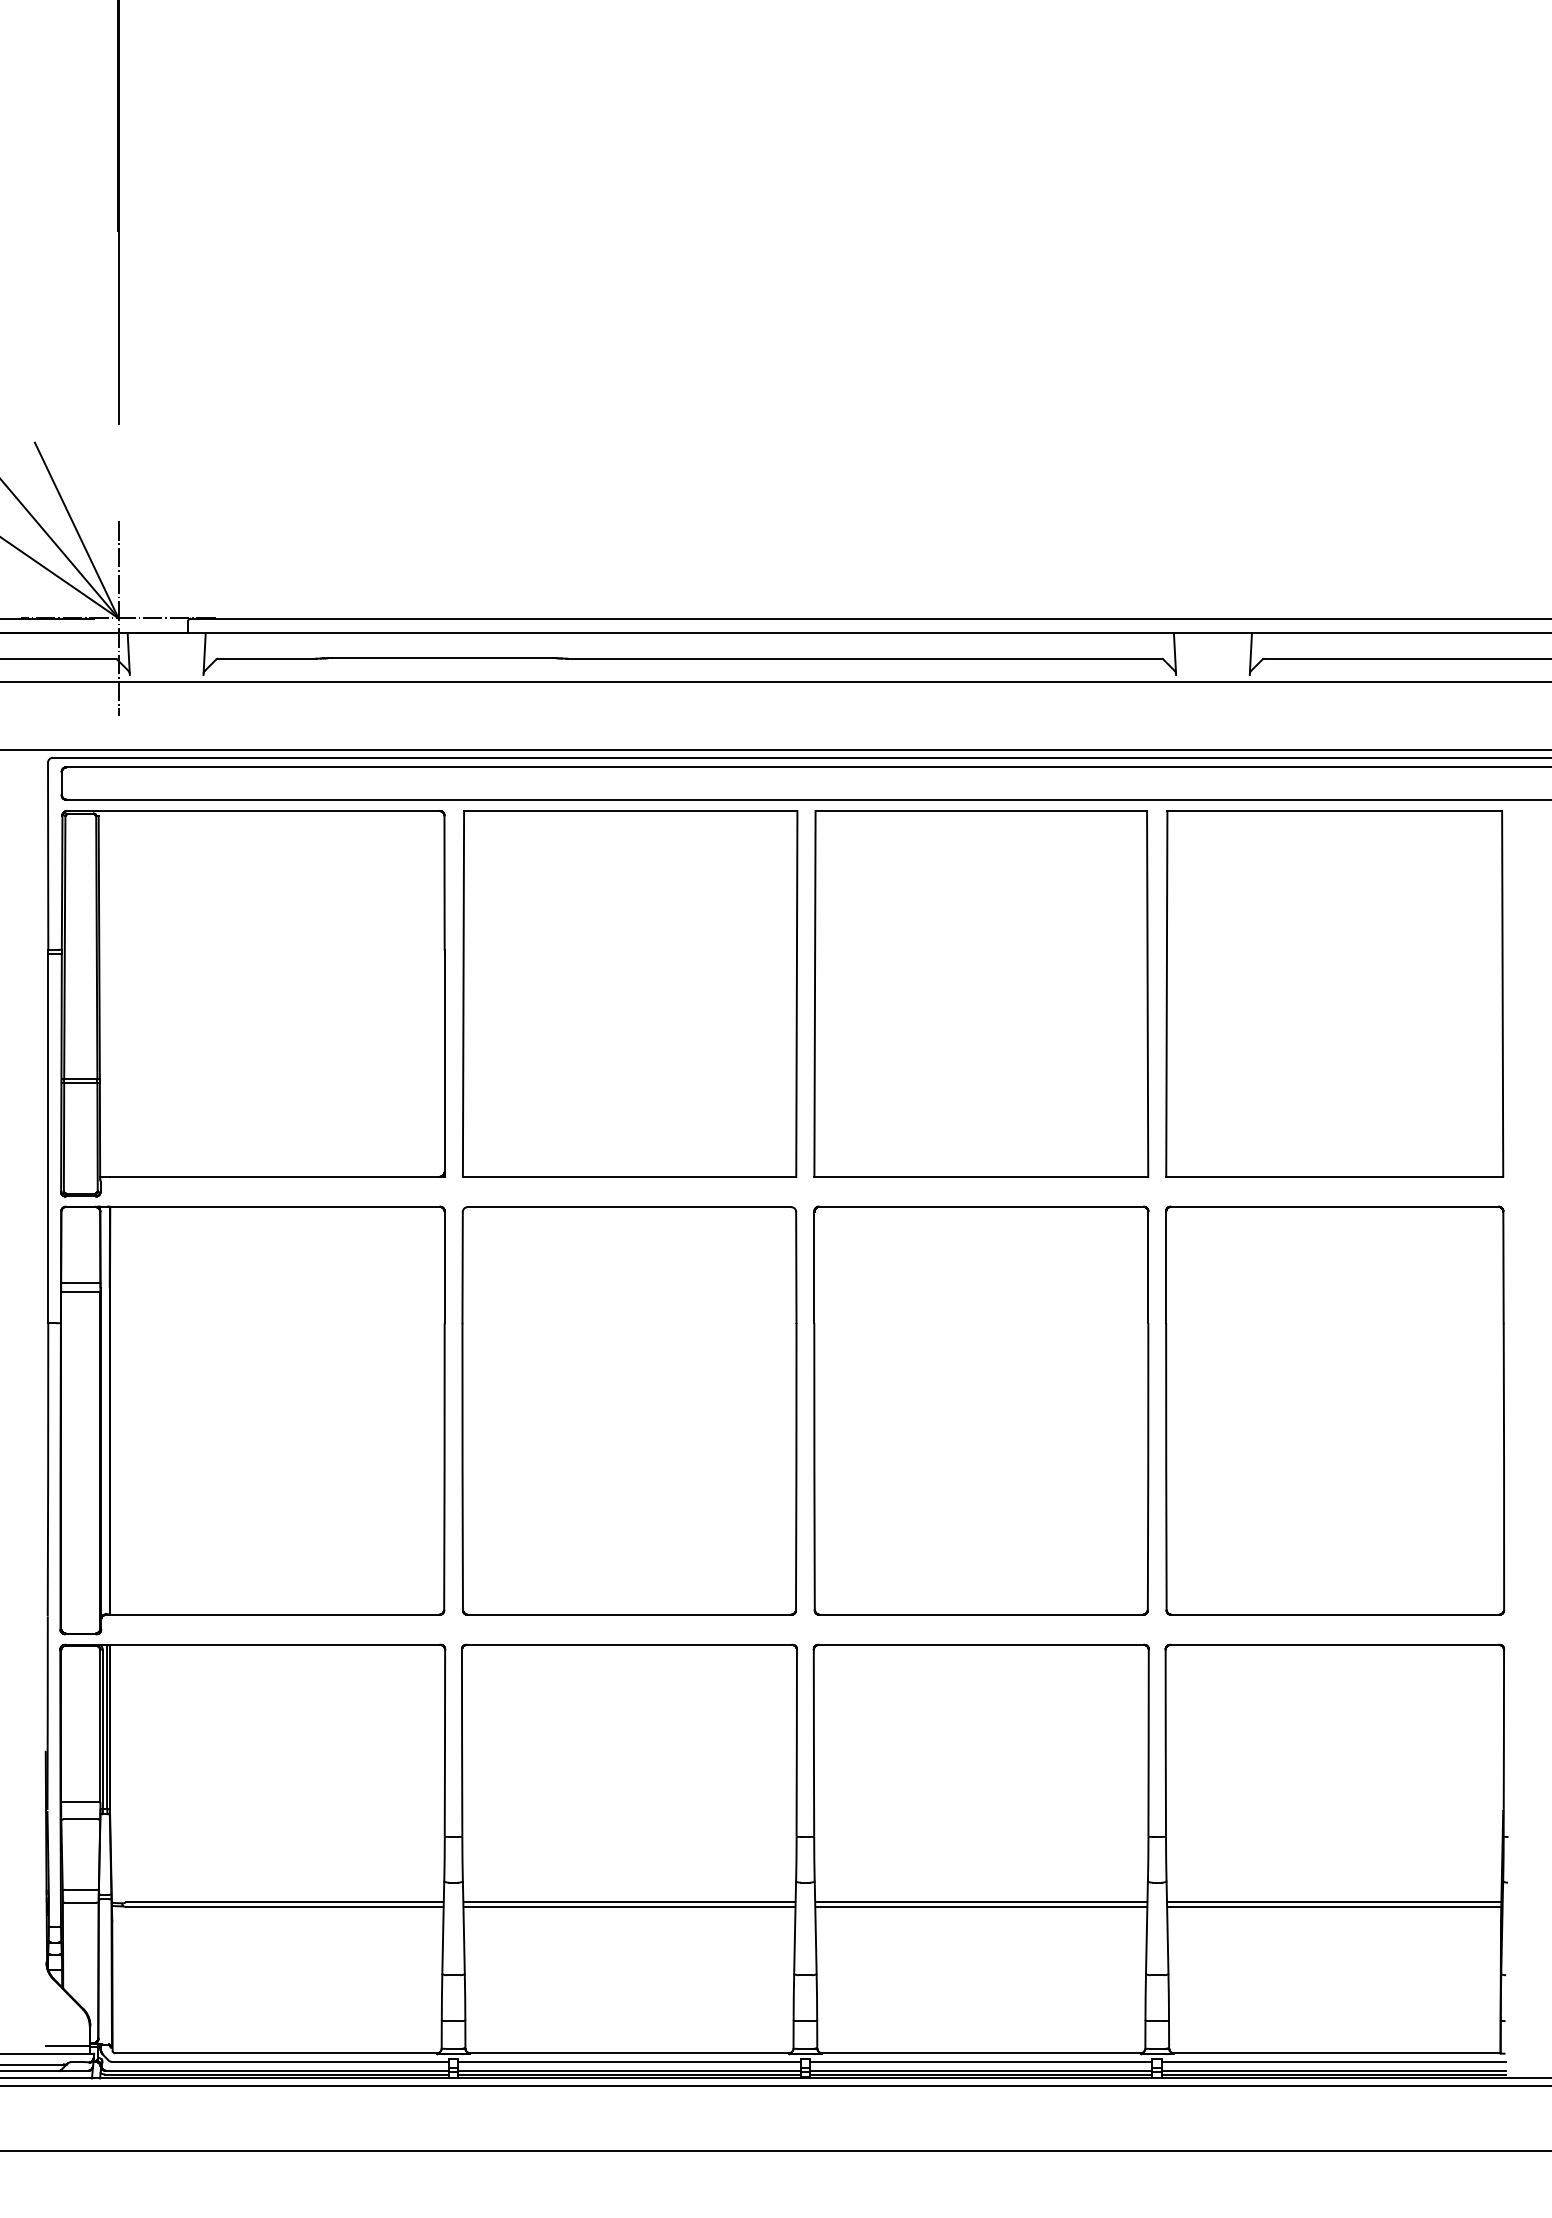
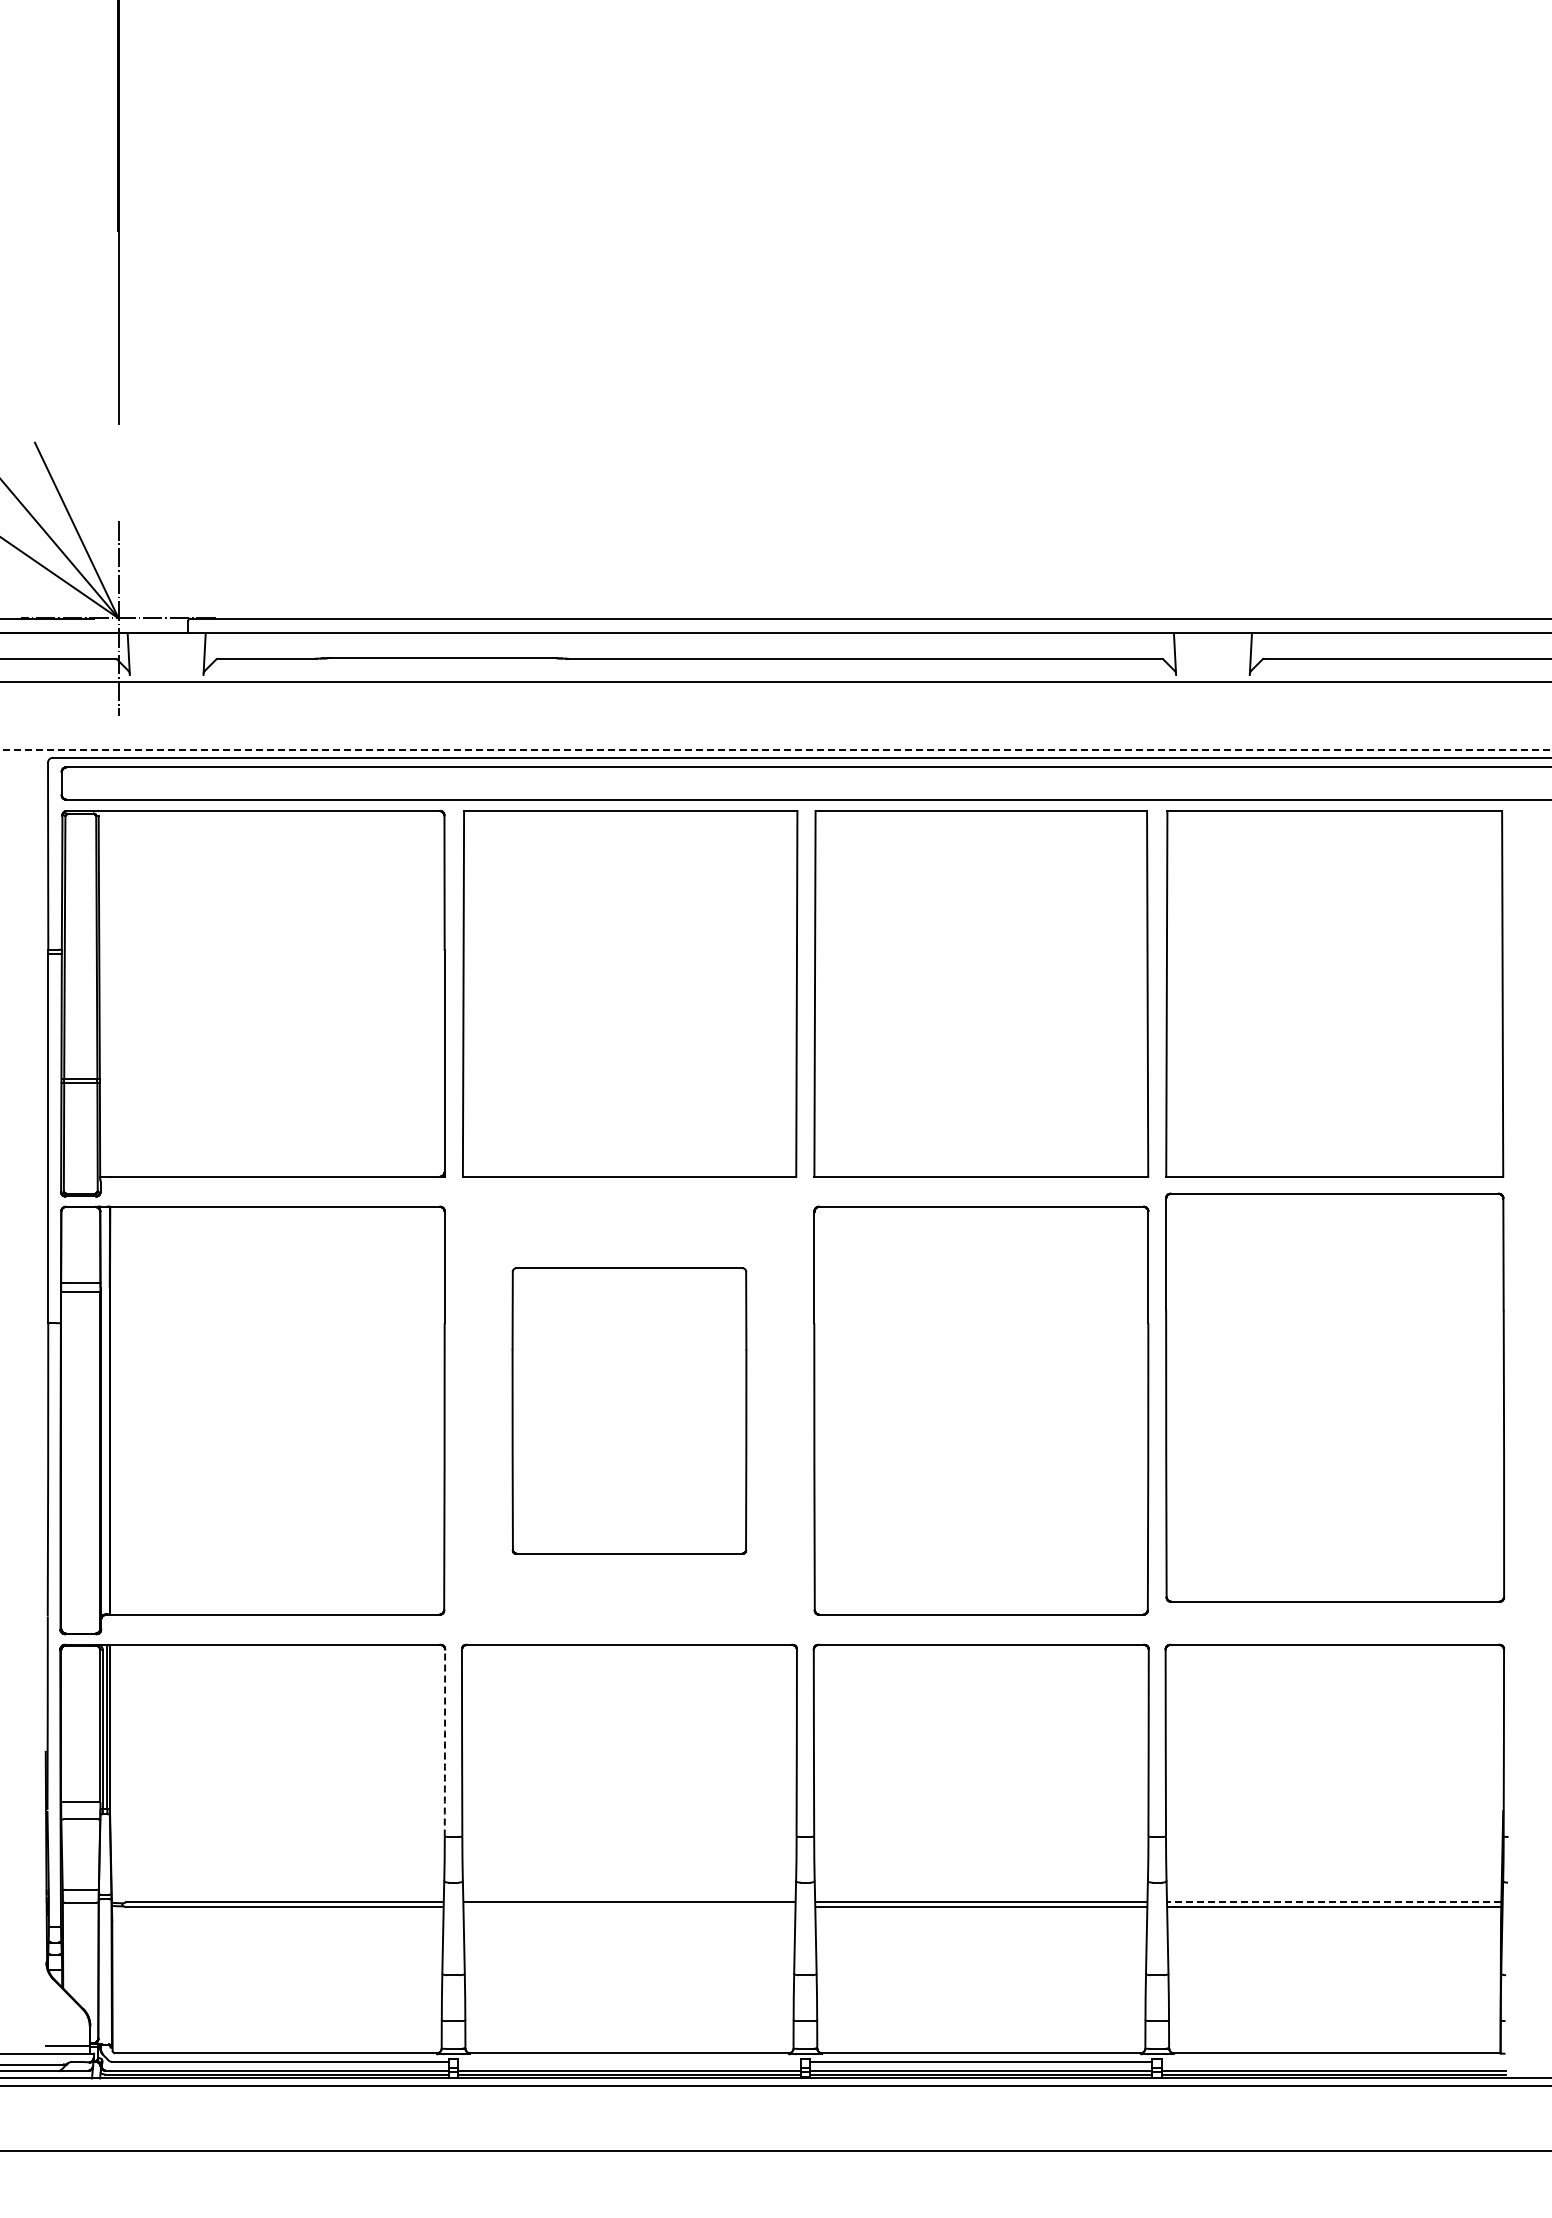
line at (776, 749): solid -> dashed
part at (629, 1410) size: 337x410 px -> 237x288 px
part at (1335, 1410) position: (1335, 1410) -> (1335, 1397)
arc at (444, 1743): solid -> dashed
line at (1334, 1902): solid -> dashed
line at (629, 1907): present -> none
line at (629, 2061): present -> none
line at (1333, 2061): present -> none
